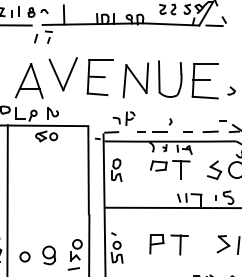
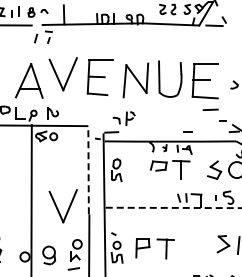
part at (231, 90) position: (231, 90) -> (234, 84)
part at (154, 125): present -> none
line at (210, 131) position: (210, 131) -> (210, 109)
line at (88, 169): solid -> dashed
line at (7, 199) position: (7, 199) -> (31, 199)
part at (62, 206): none -> present
line at (173, 207): solid -> dashed
part at (168, 244) position: (168, 244) -> (154, 248)
